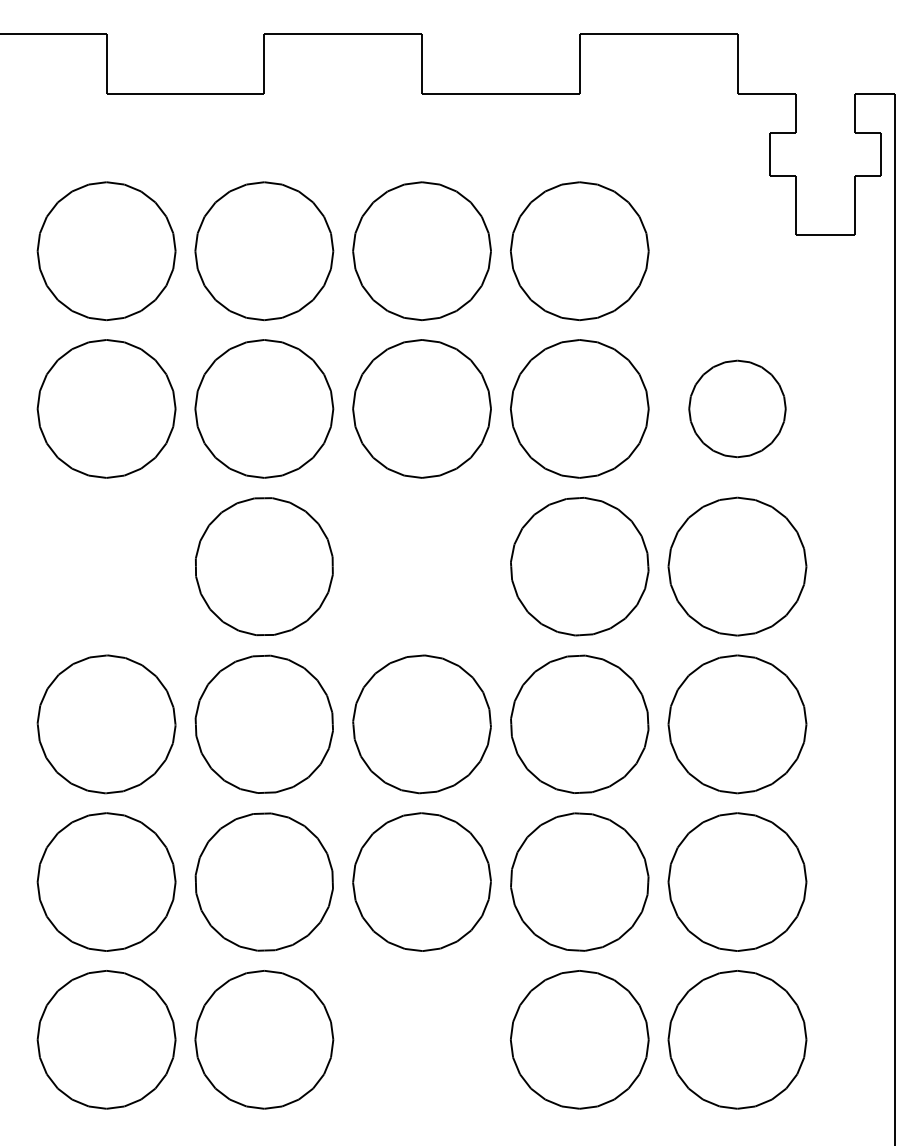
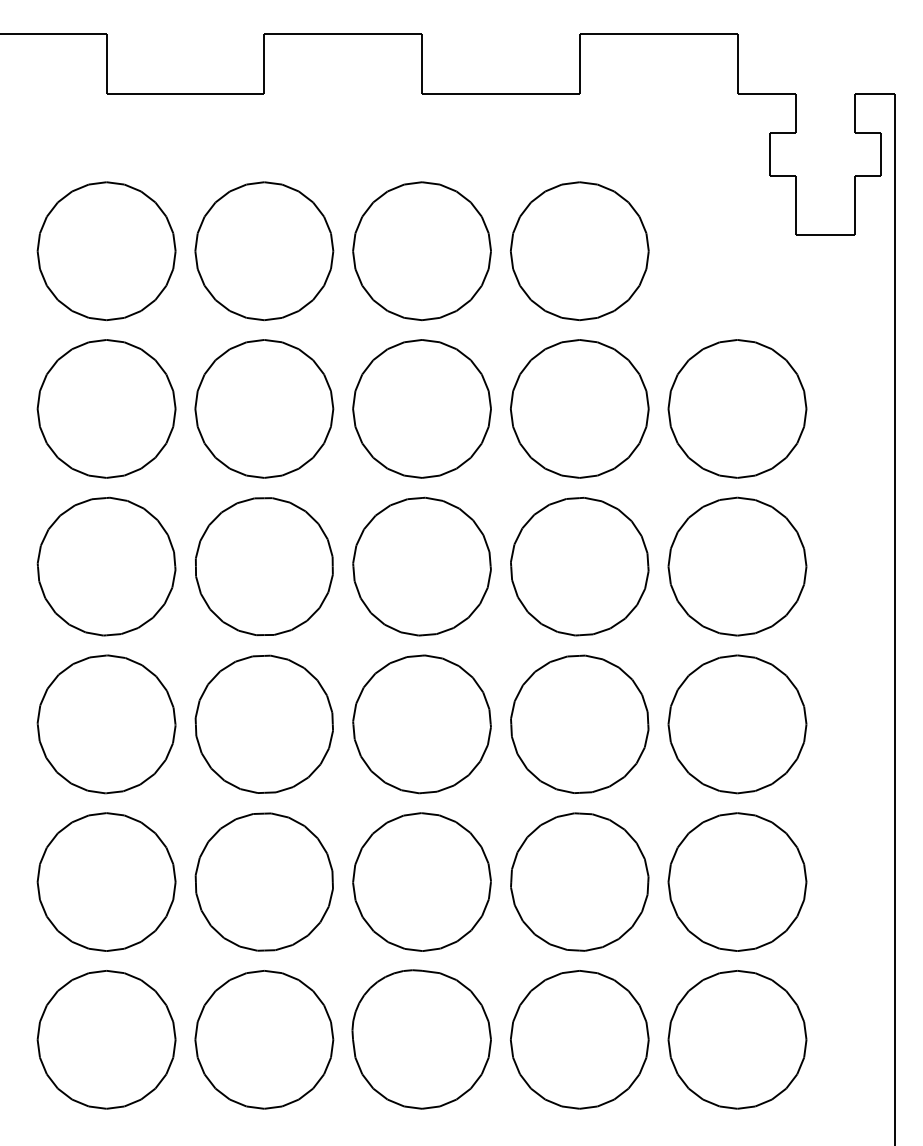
part at (737, 408) size: 99x100 px -> 141x140 px
part at (106, 566): none -> present
part at (421, 566): none -> present
part at (421, 1039): none -> present
